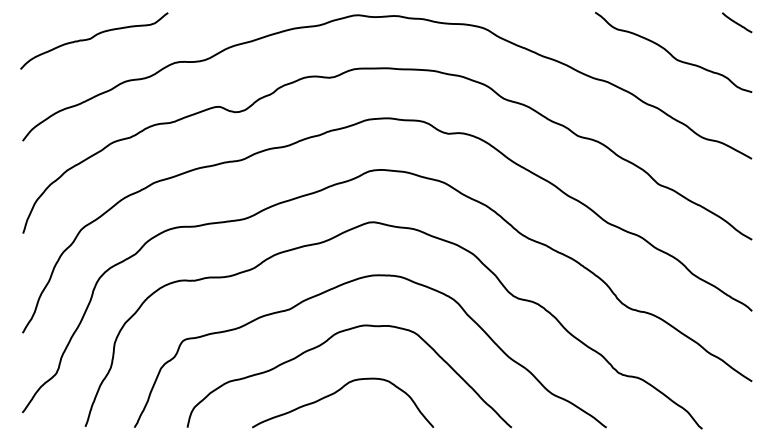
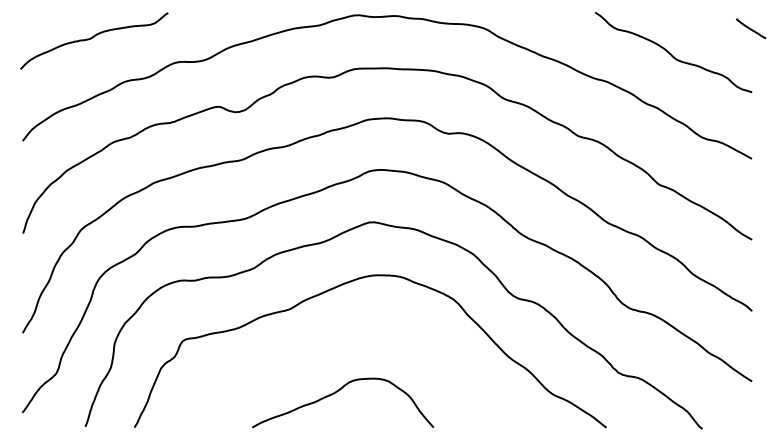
line at (737, 22) position: (737, 22) -> (751, 28)
curve at (326, 342): present -> none
